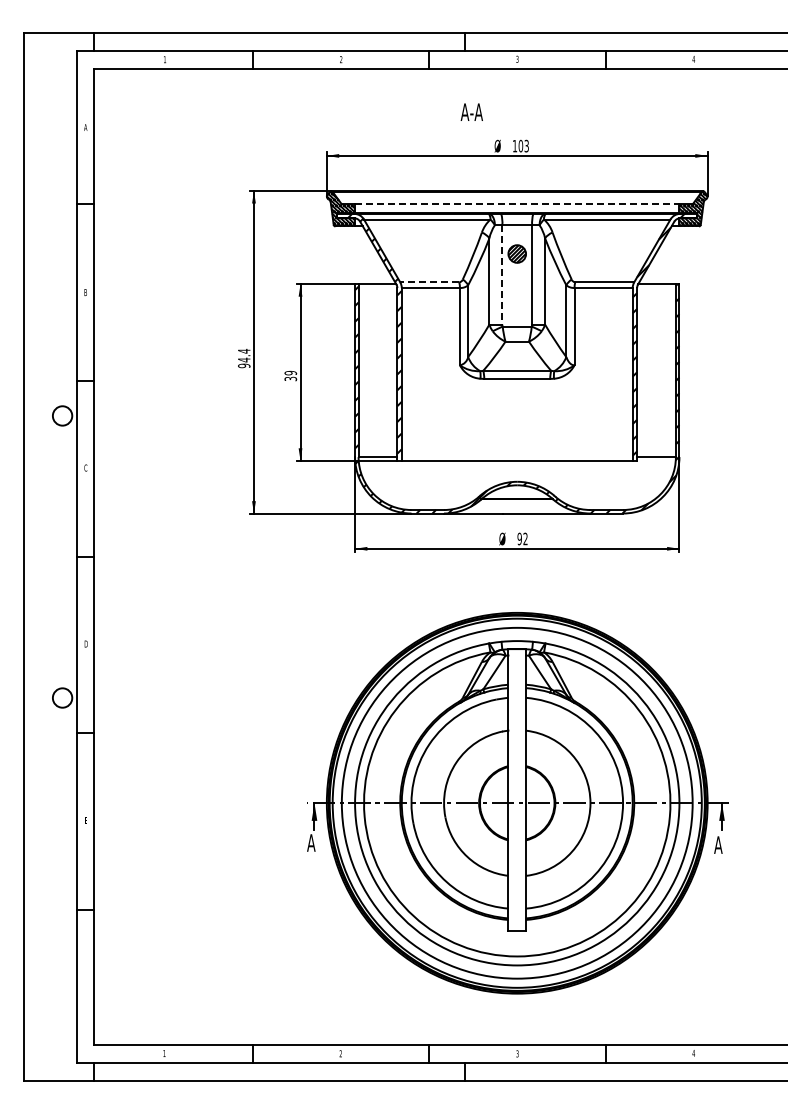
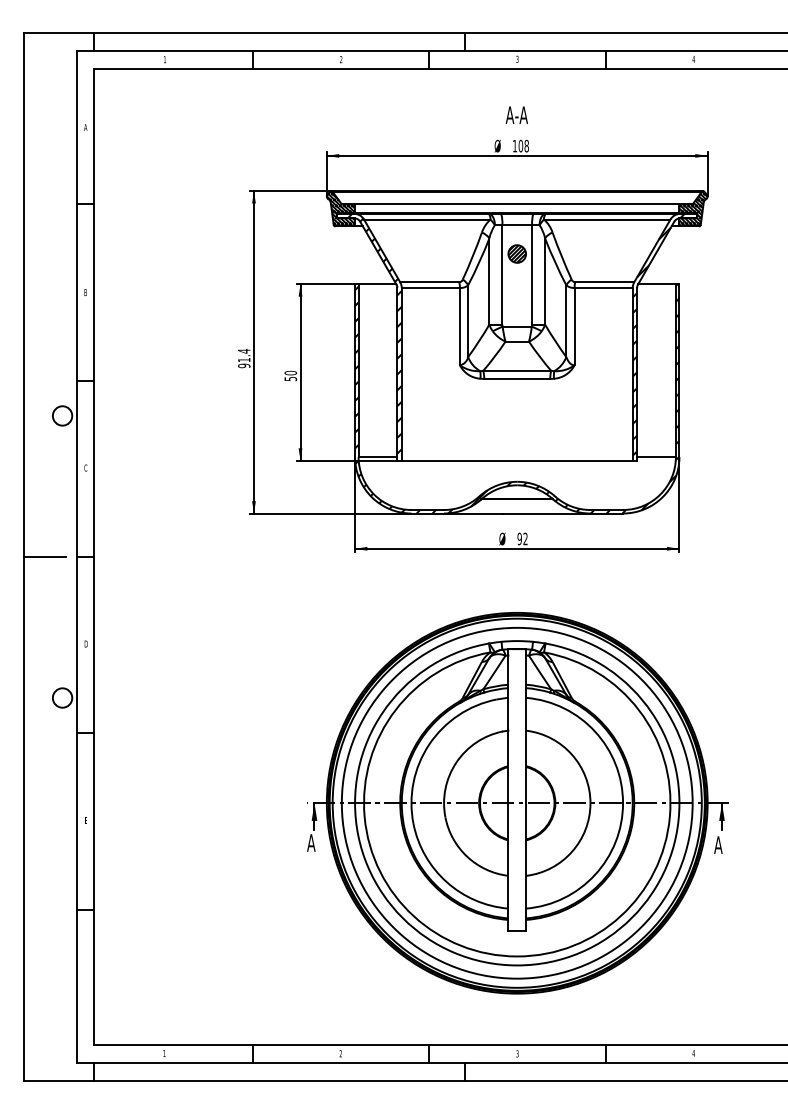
text at (471, 111) position: (471, 111) -> (516, 114)
text at (526, 146): 103 -> 108
line at (517, 204): dashed -> solid
line at (502, 274): dashed -> solid
line at (429, 282): dashed -> solid
text at (244, 359): 94.4 -> 91.4
text at (290, 375): 39 -> 50
line at (44, 556): none -> present
